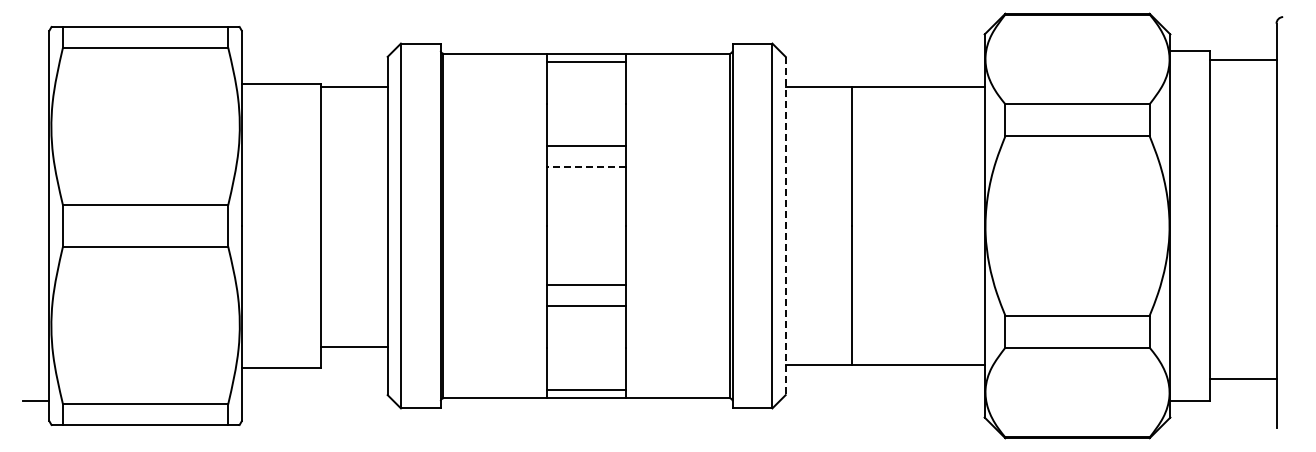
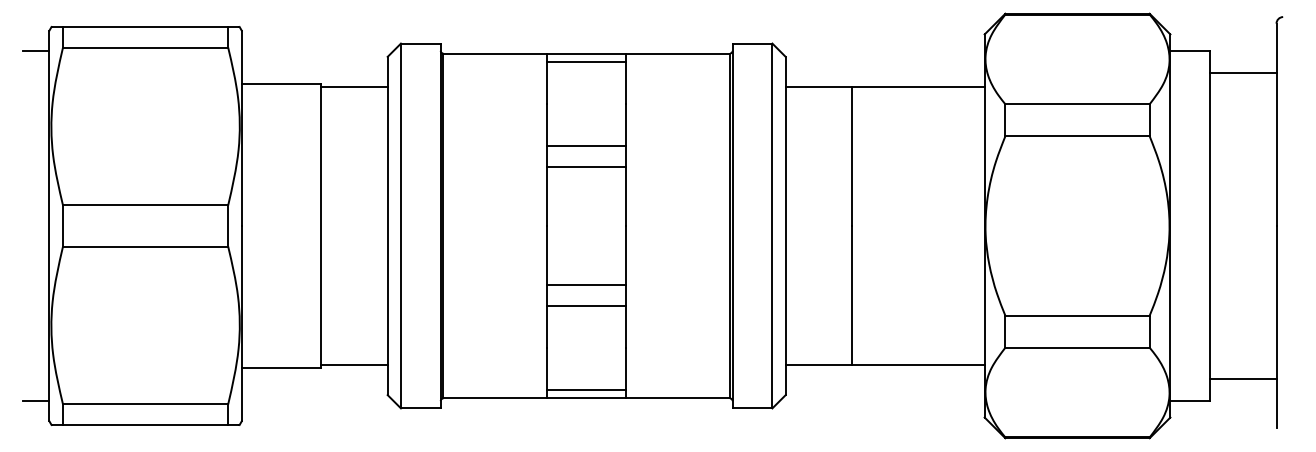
line at (36, 50): none -> present
line at (1243, 60) position: (1243, 60) -> (1243, 73)
line at (586, 166): dashed -> solid
line at (785, 226): dashed -> solid
line at (354, 347) position: (354, 347) -> (354, 365)
